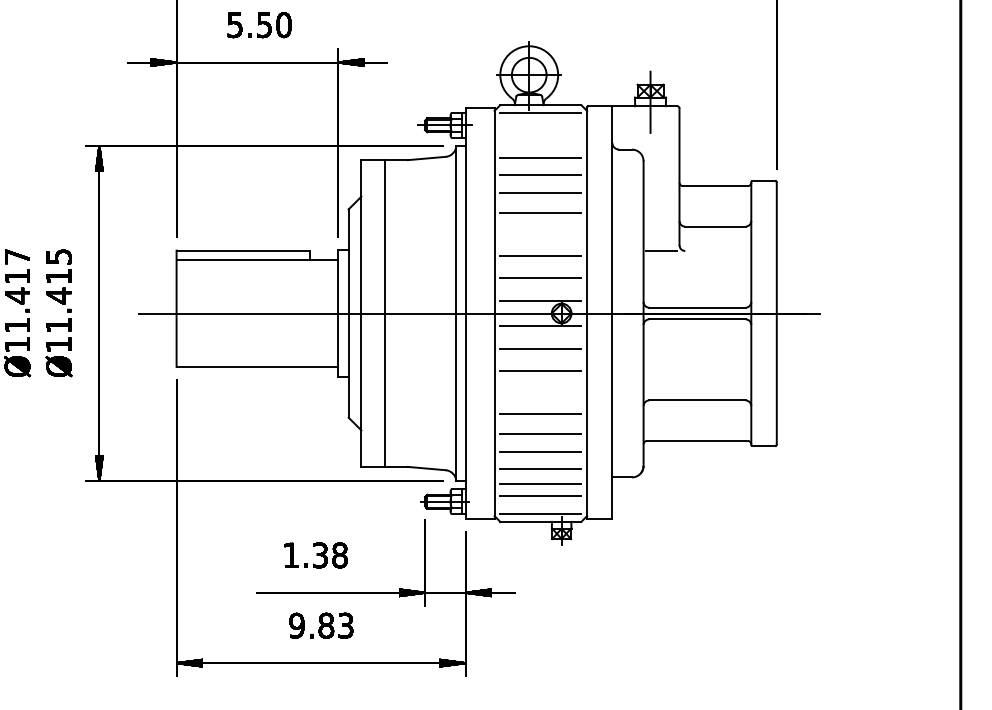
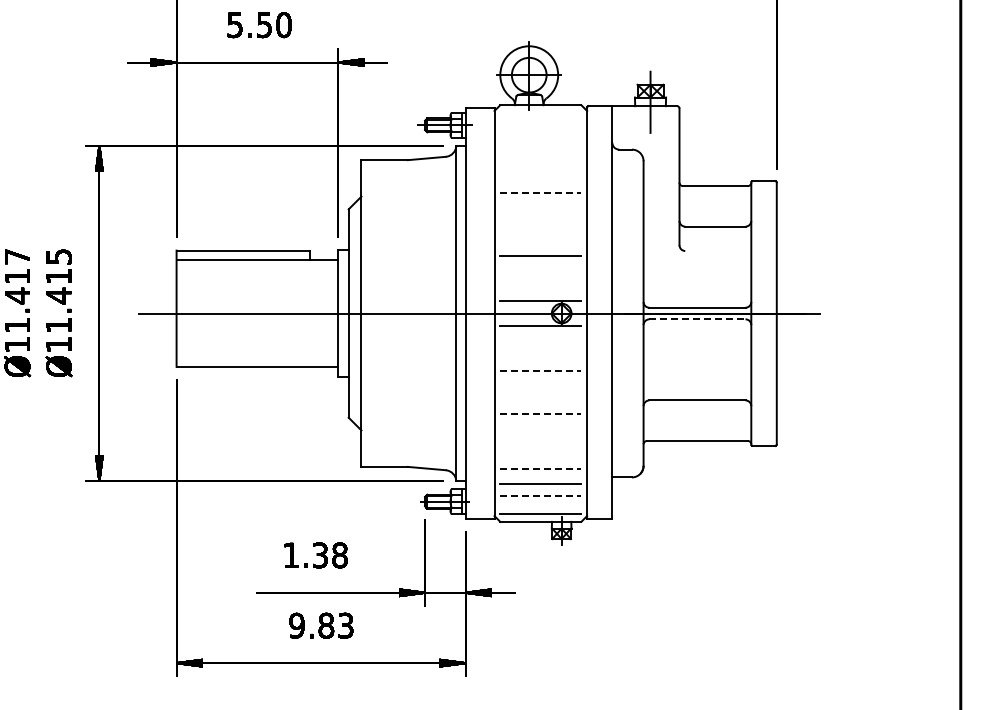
line at (540, 113): present -> none
line at (540, 157): present -> none
line at (540, 174): present -> none
line at (540, 193): solid -> dashed
line at (540, 212): present -> none
line at (661, 251): present -> none
line at (540, 278): present -> none
line at (384, 313): present -> none
line at (697, 319): solid -> dashed
line at (540, 348): present -> none
line at (540, 371): solid -> dashed
line at (540, 414): solid -> dashed
line at (540, 433): present -> none
line at (540, 452): present -> none
line at (540, 469): solid -> dashed
line at (540, 495): solid -> dashed
